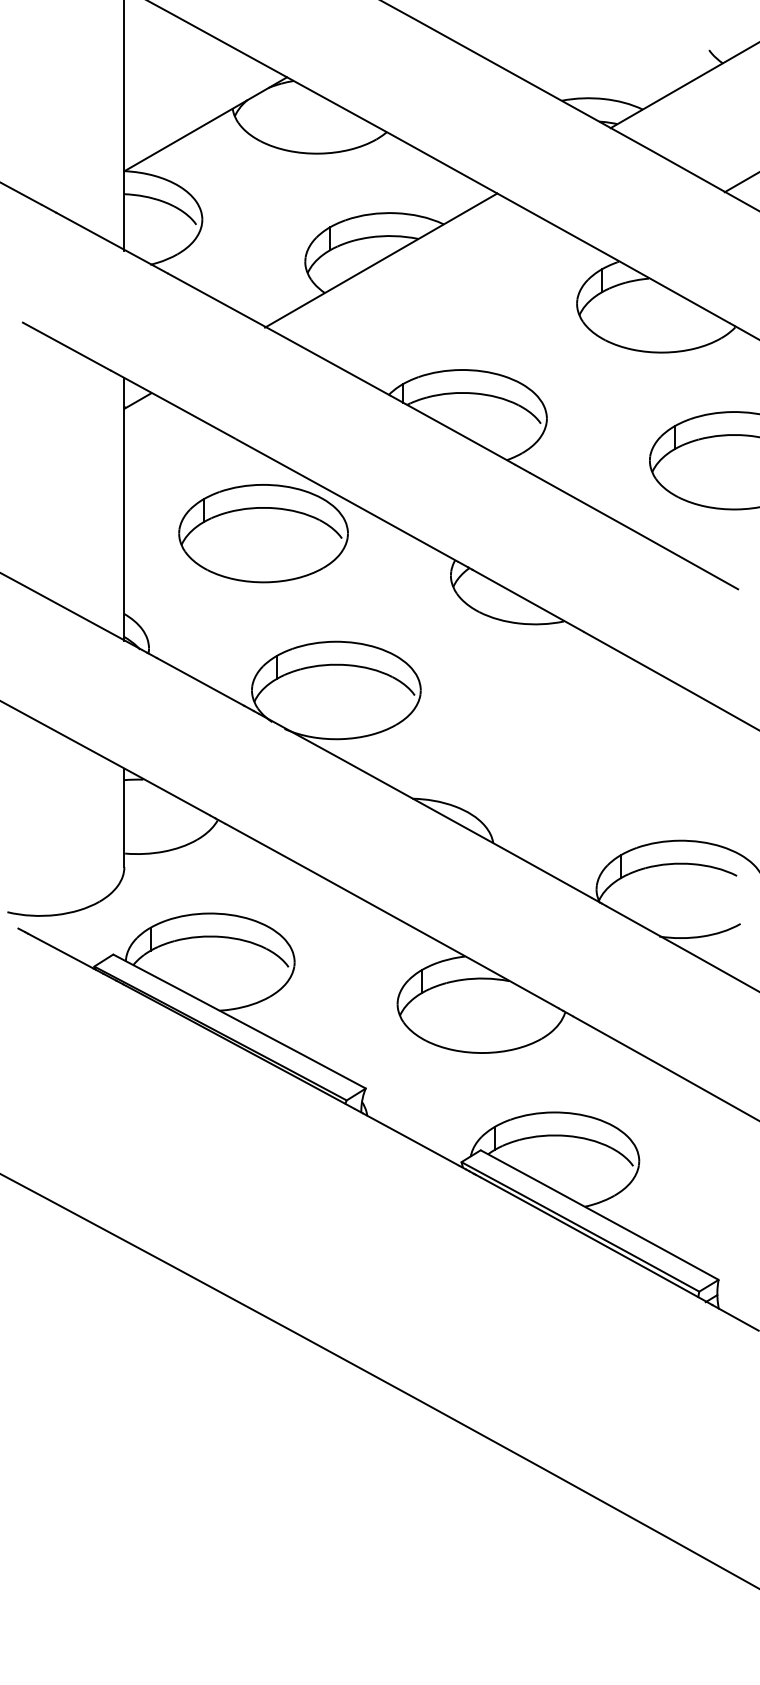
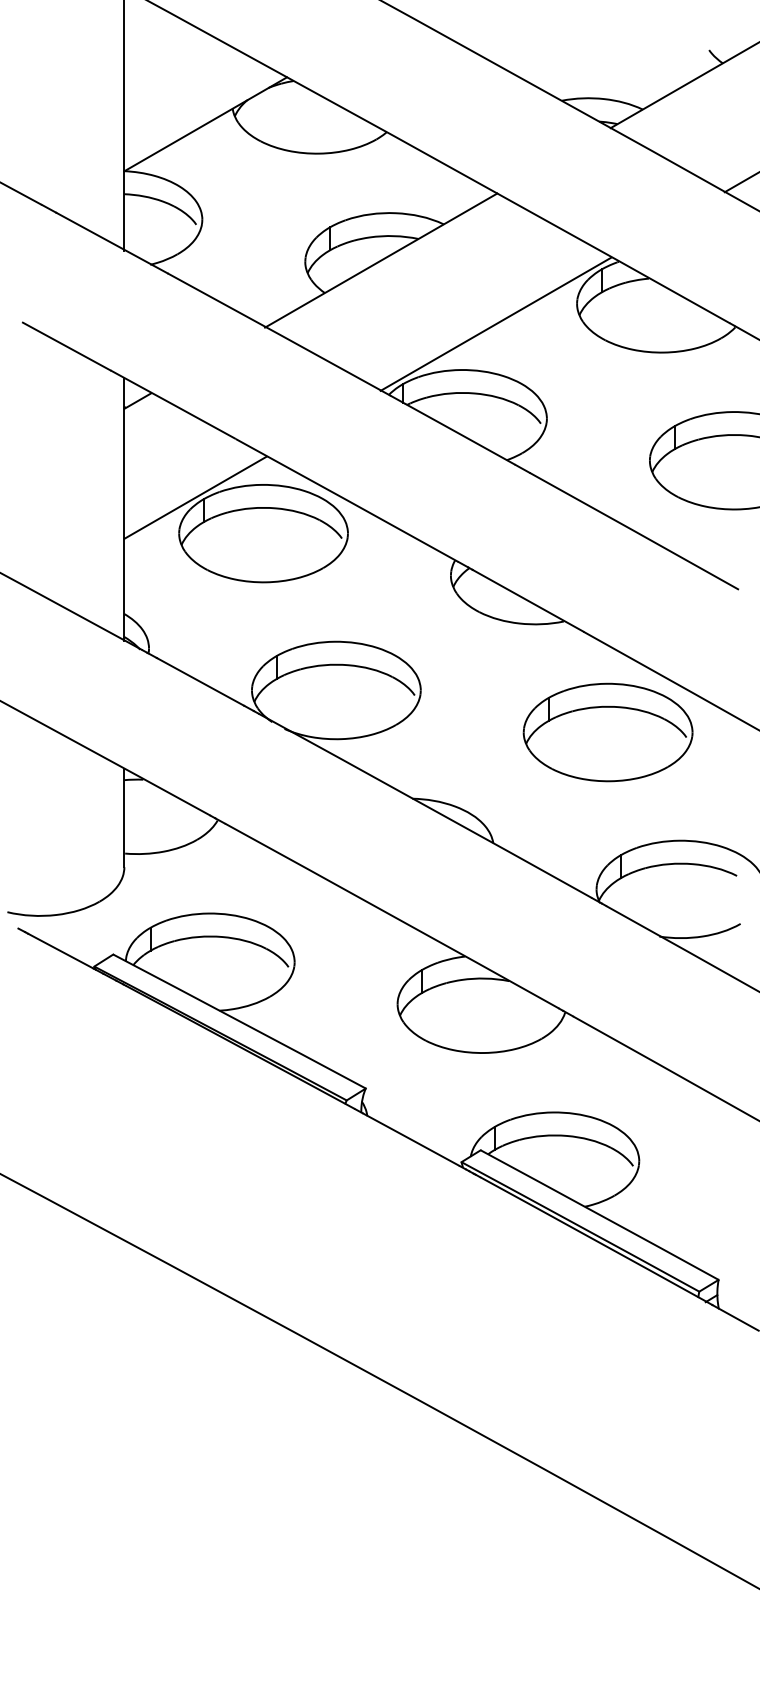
line at (495, 323): none -> present
line at (195, 497): none -> present
part at (607, 732): none -> present
